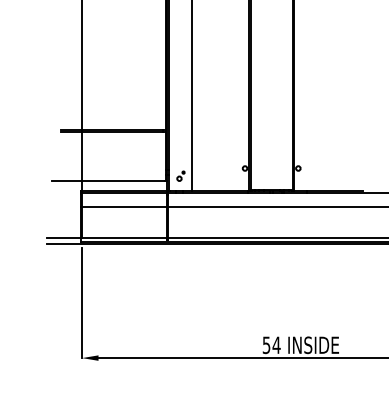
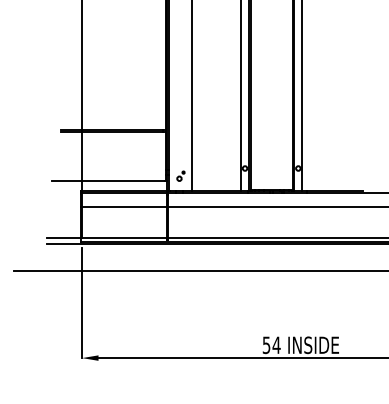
line at (240, 96): none -> present
line at (302, 96): none -> present
line at (199, 271): none -> present
